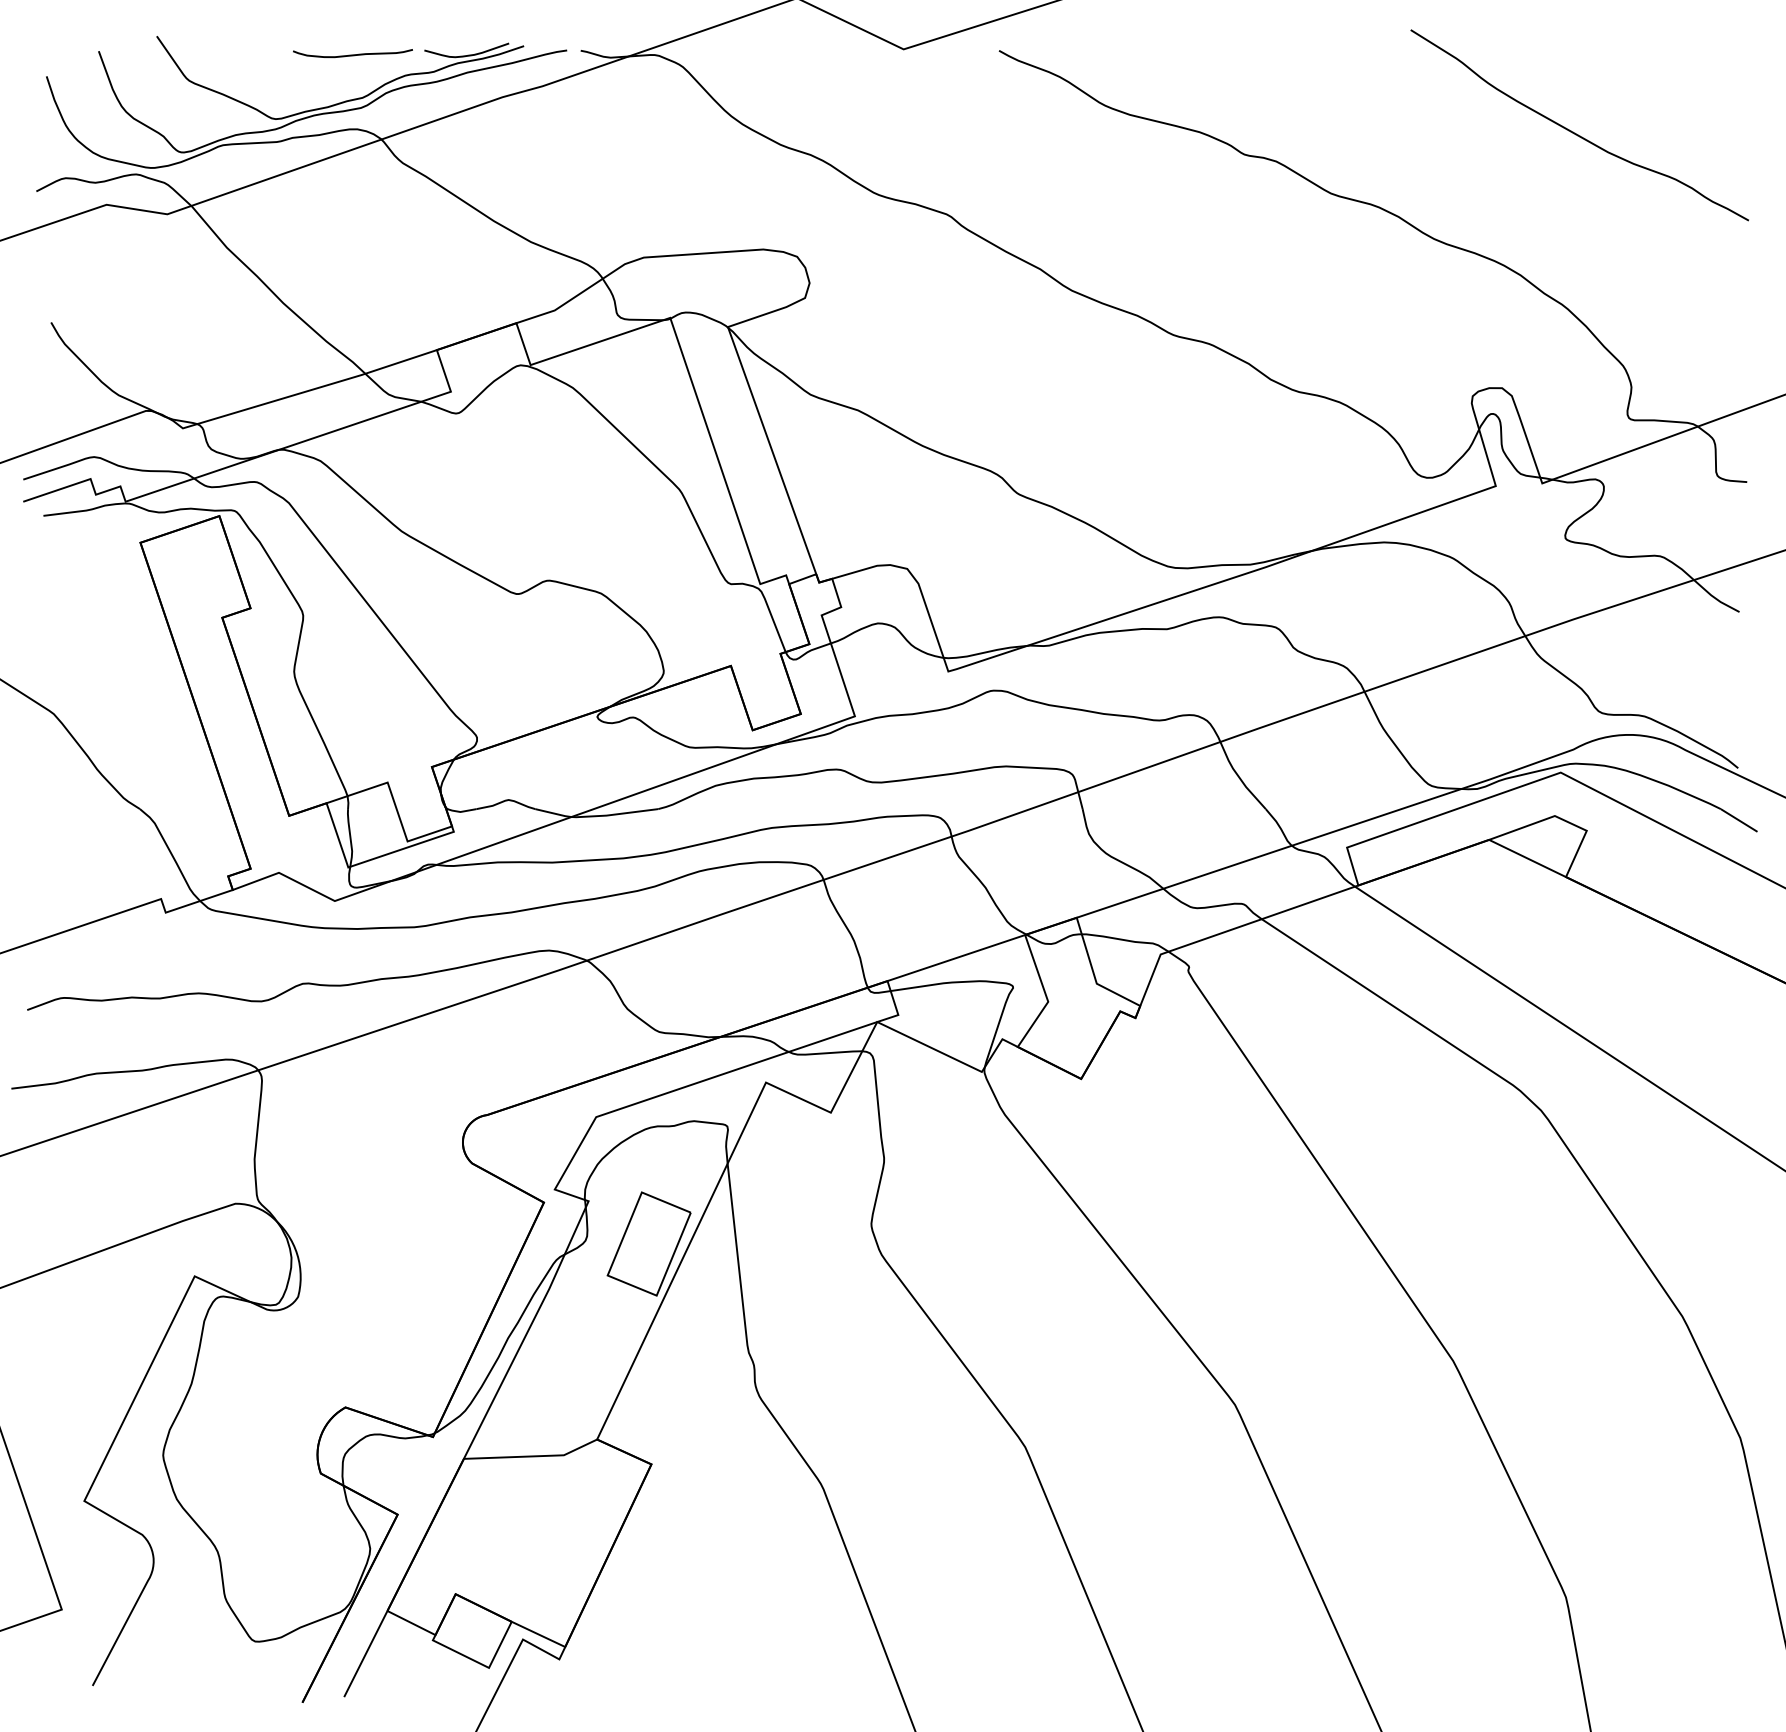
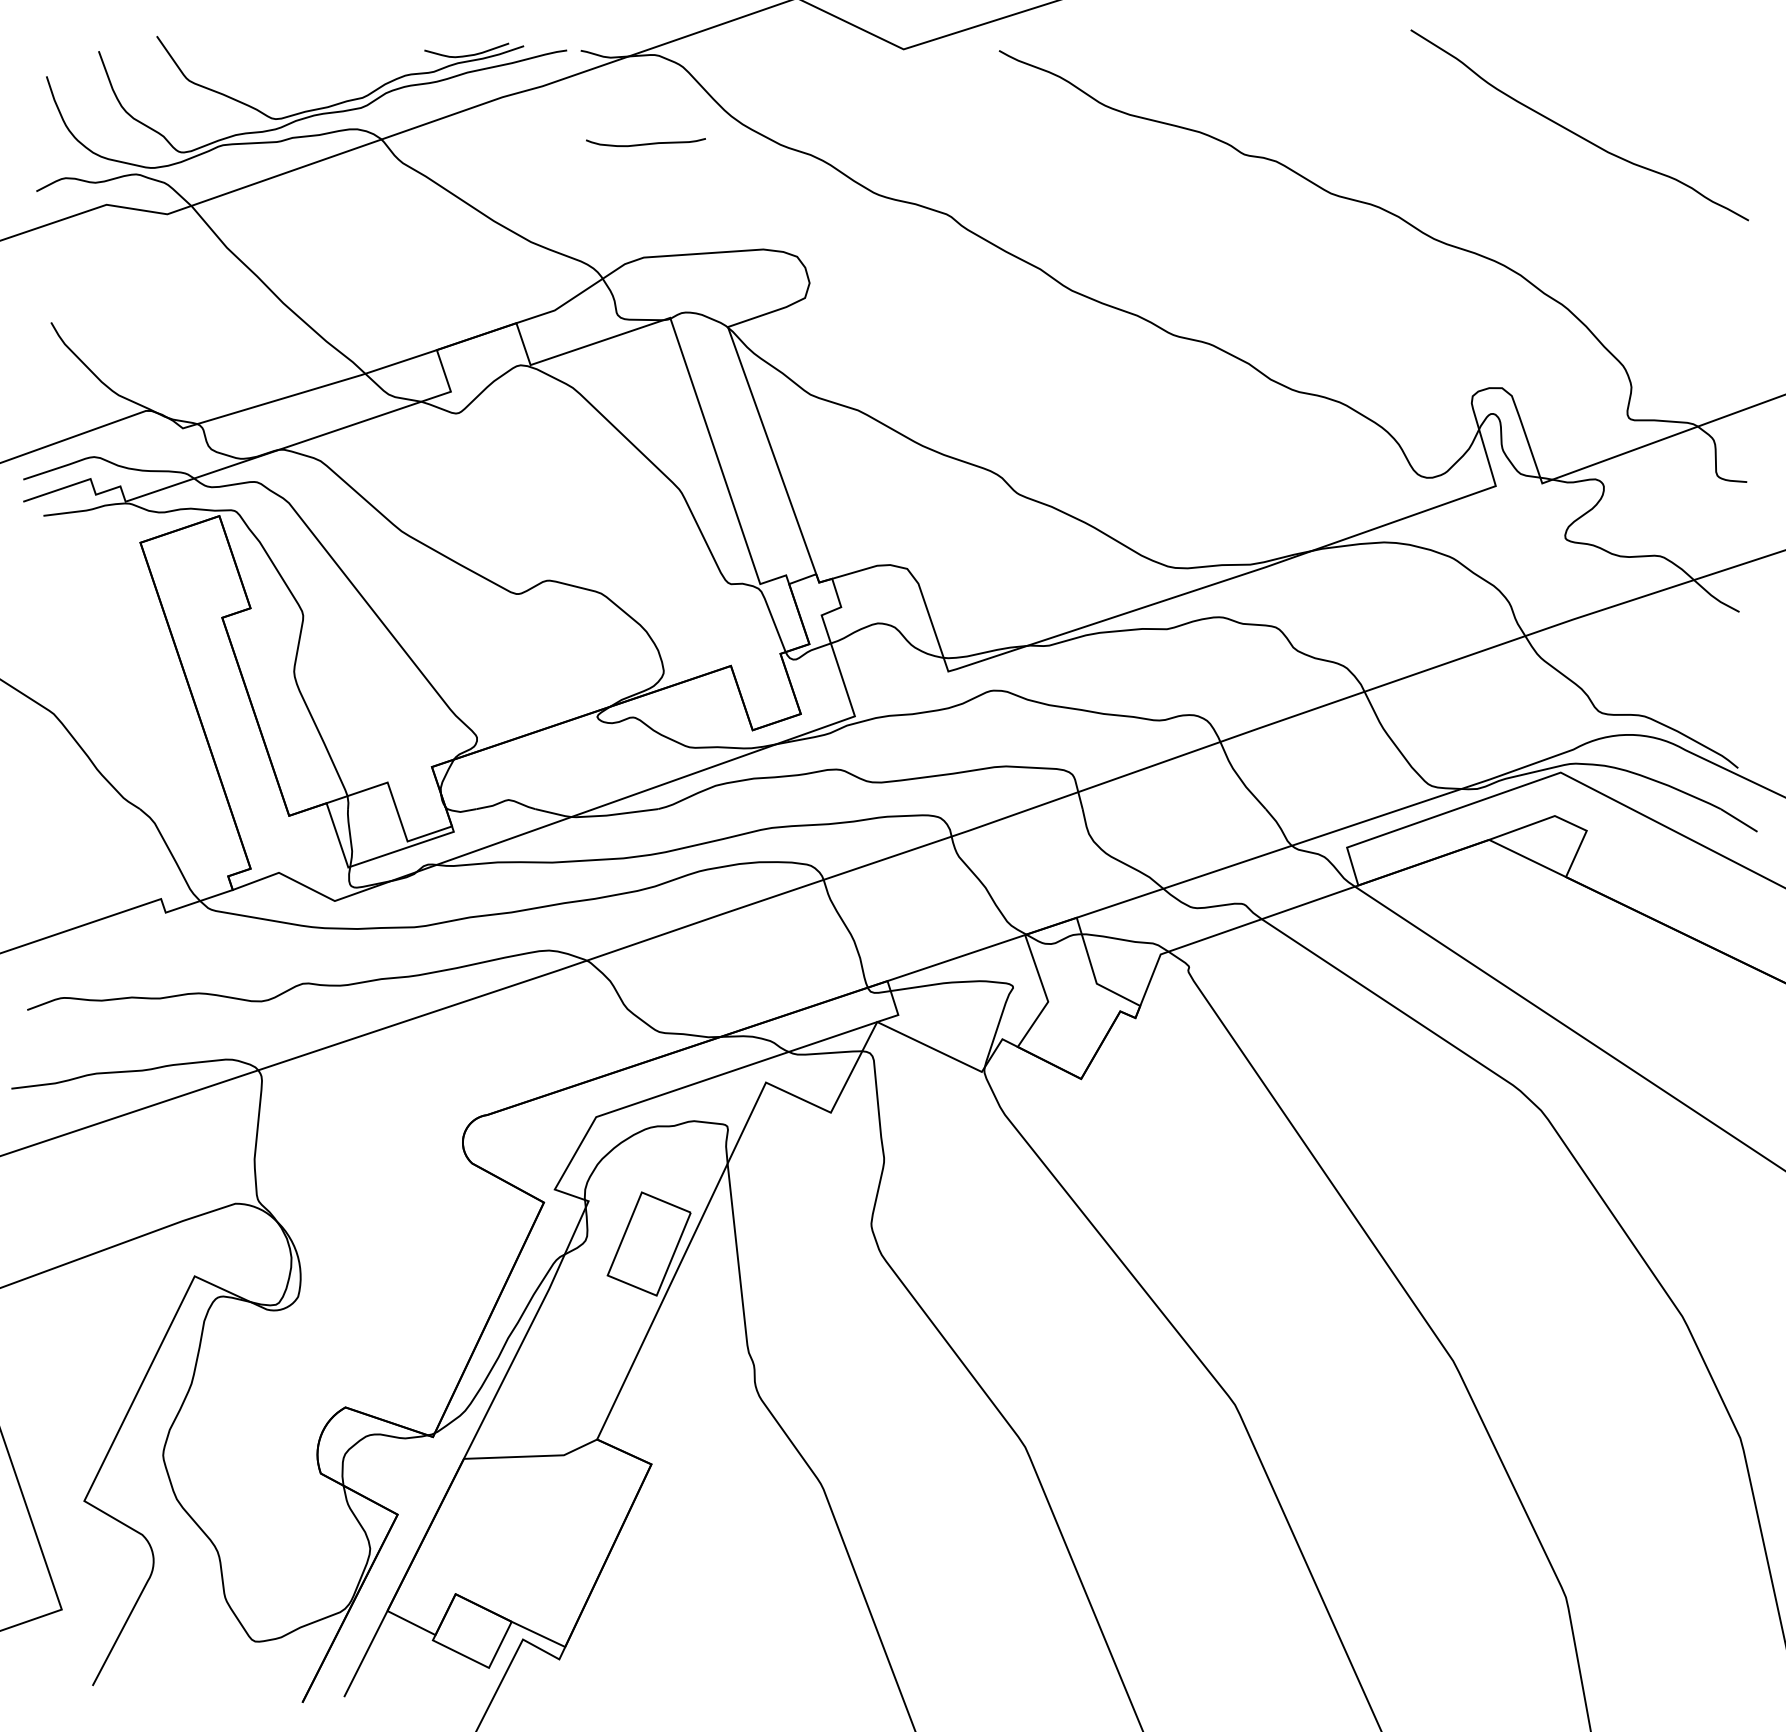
curve at (352, 54) position: (352, 54) -> (645, 143)
